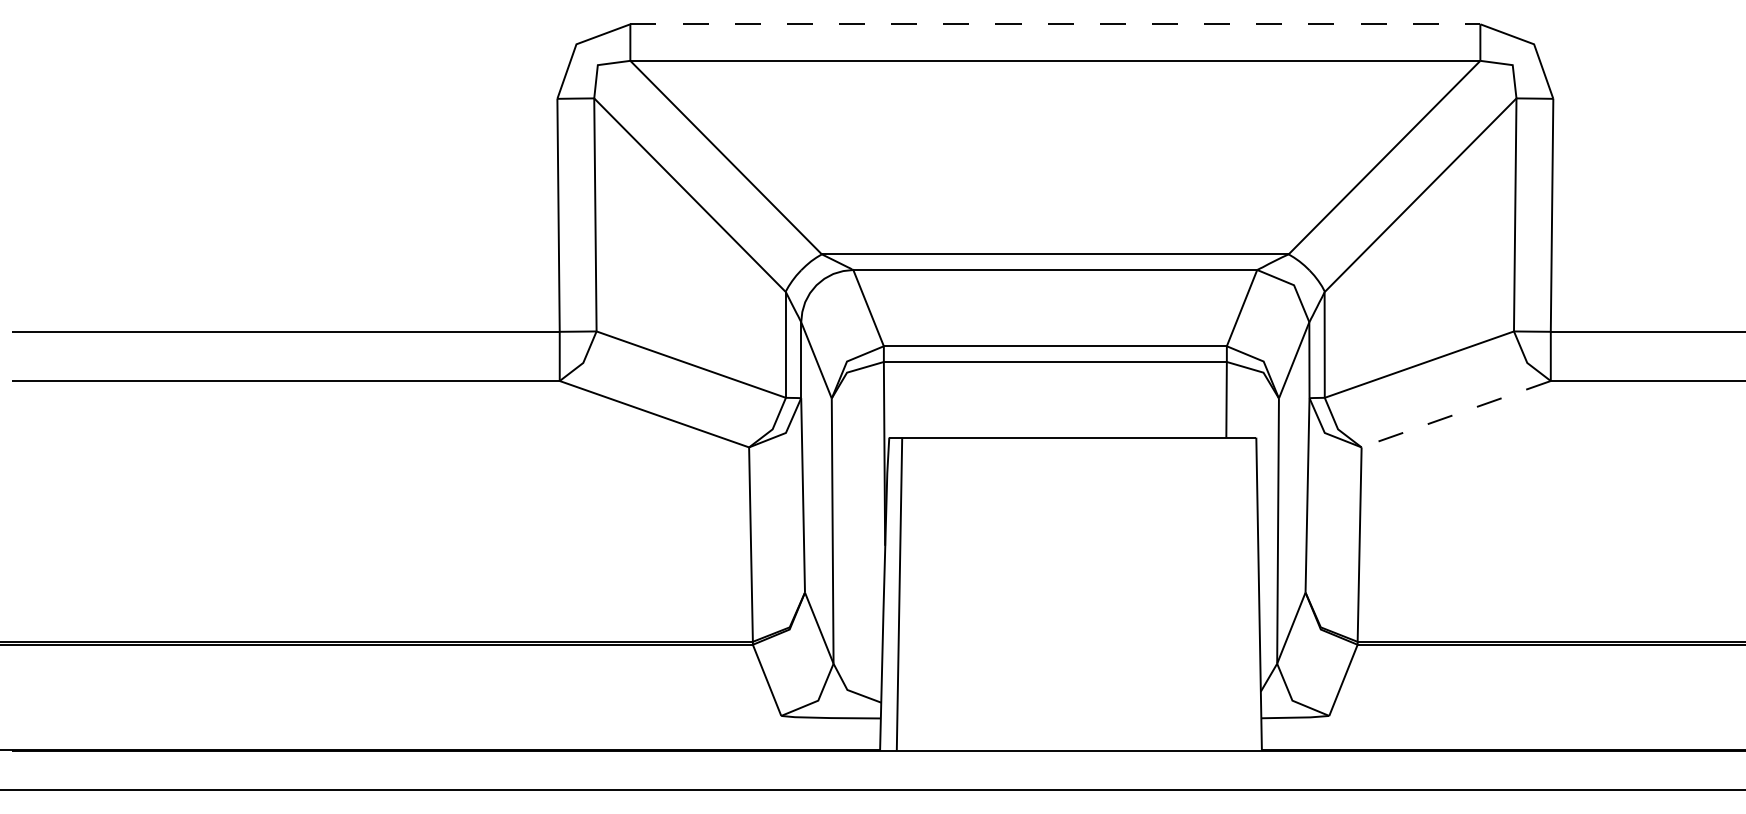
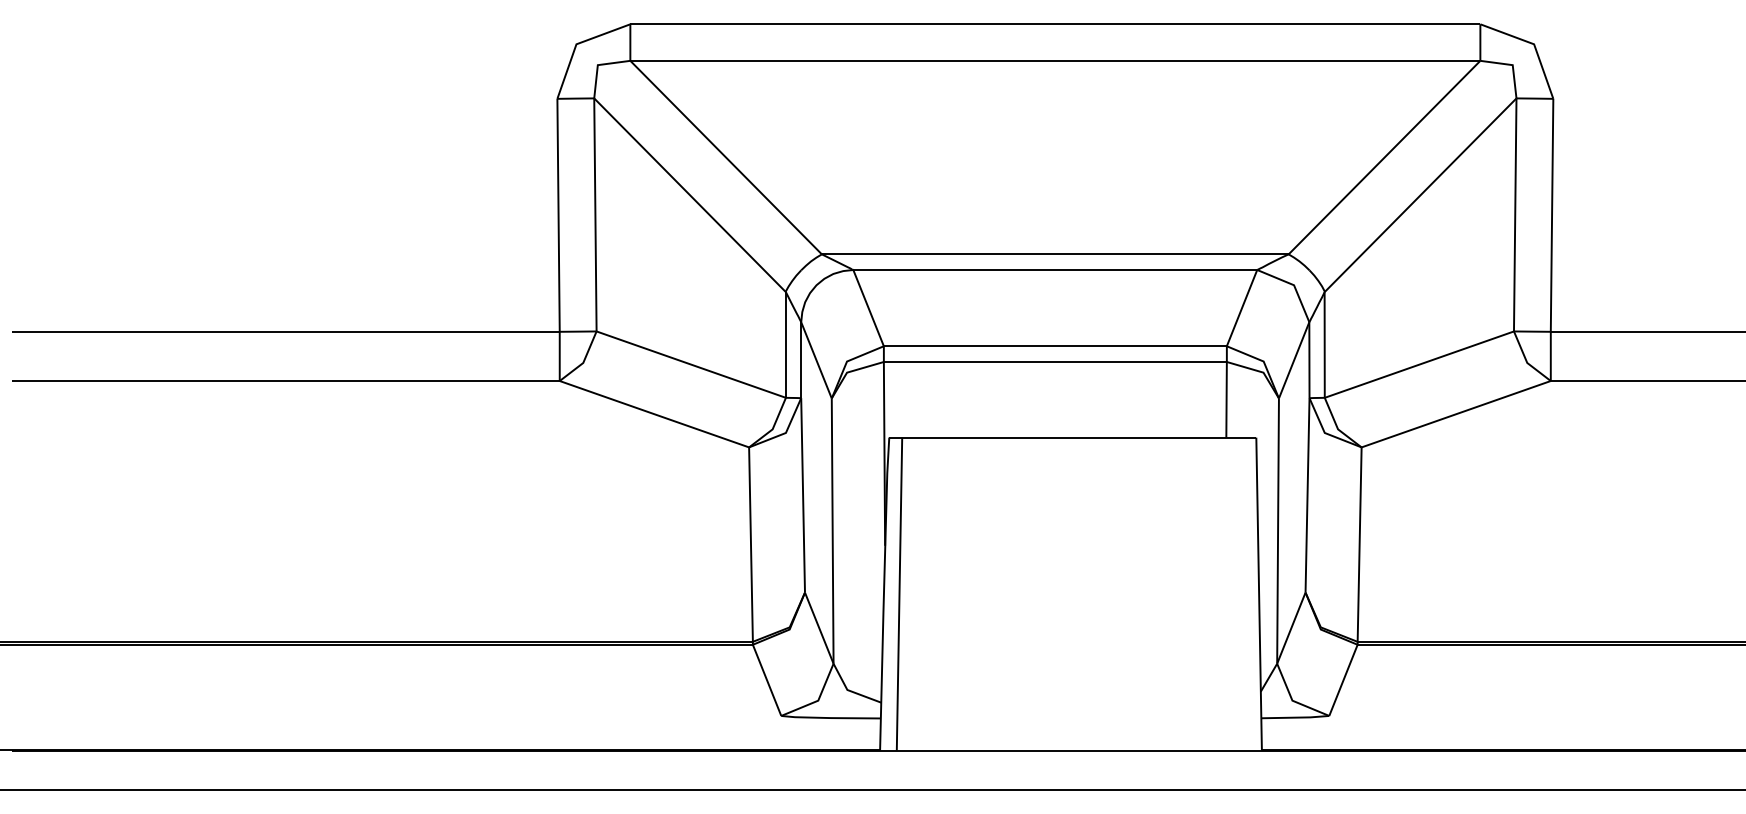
line at (1055, 24): dashed -> solid
line at (1455, 414): dashed -> solid
